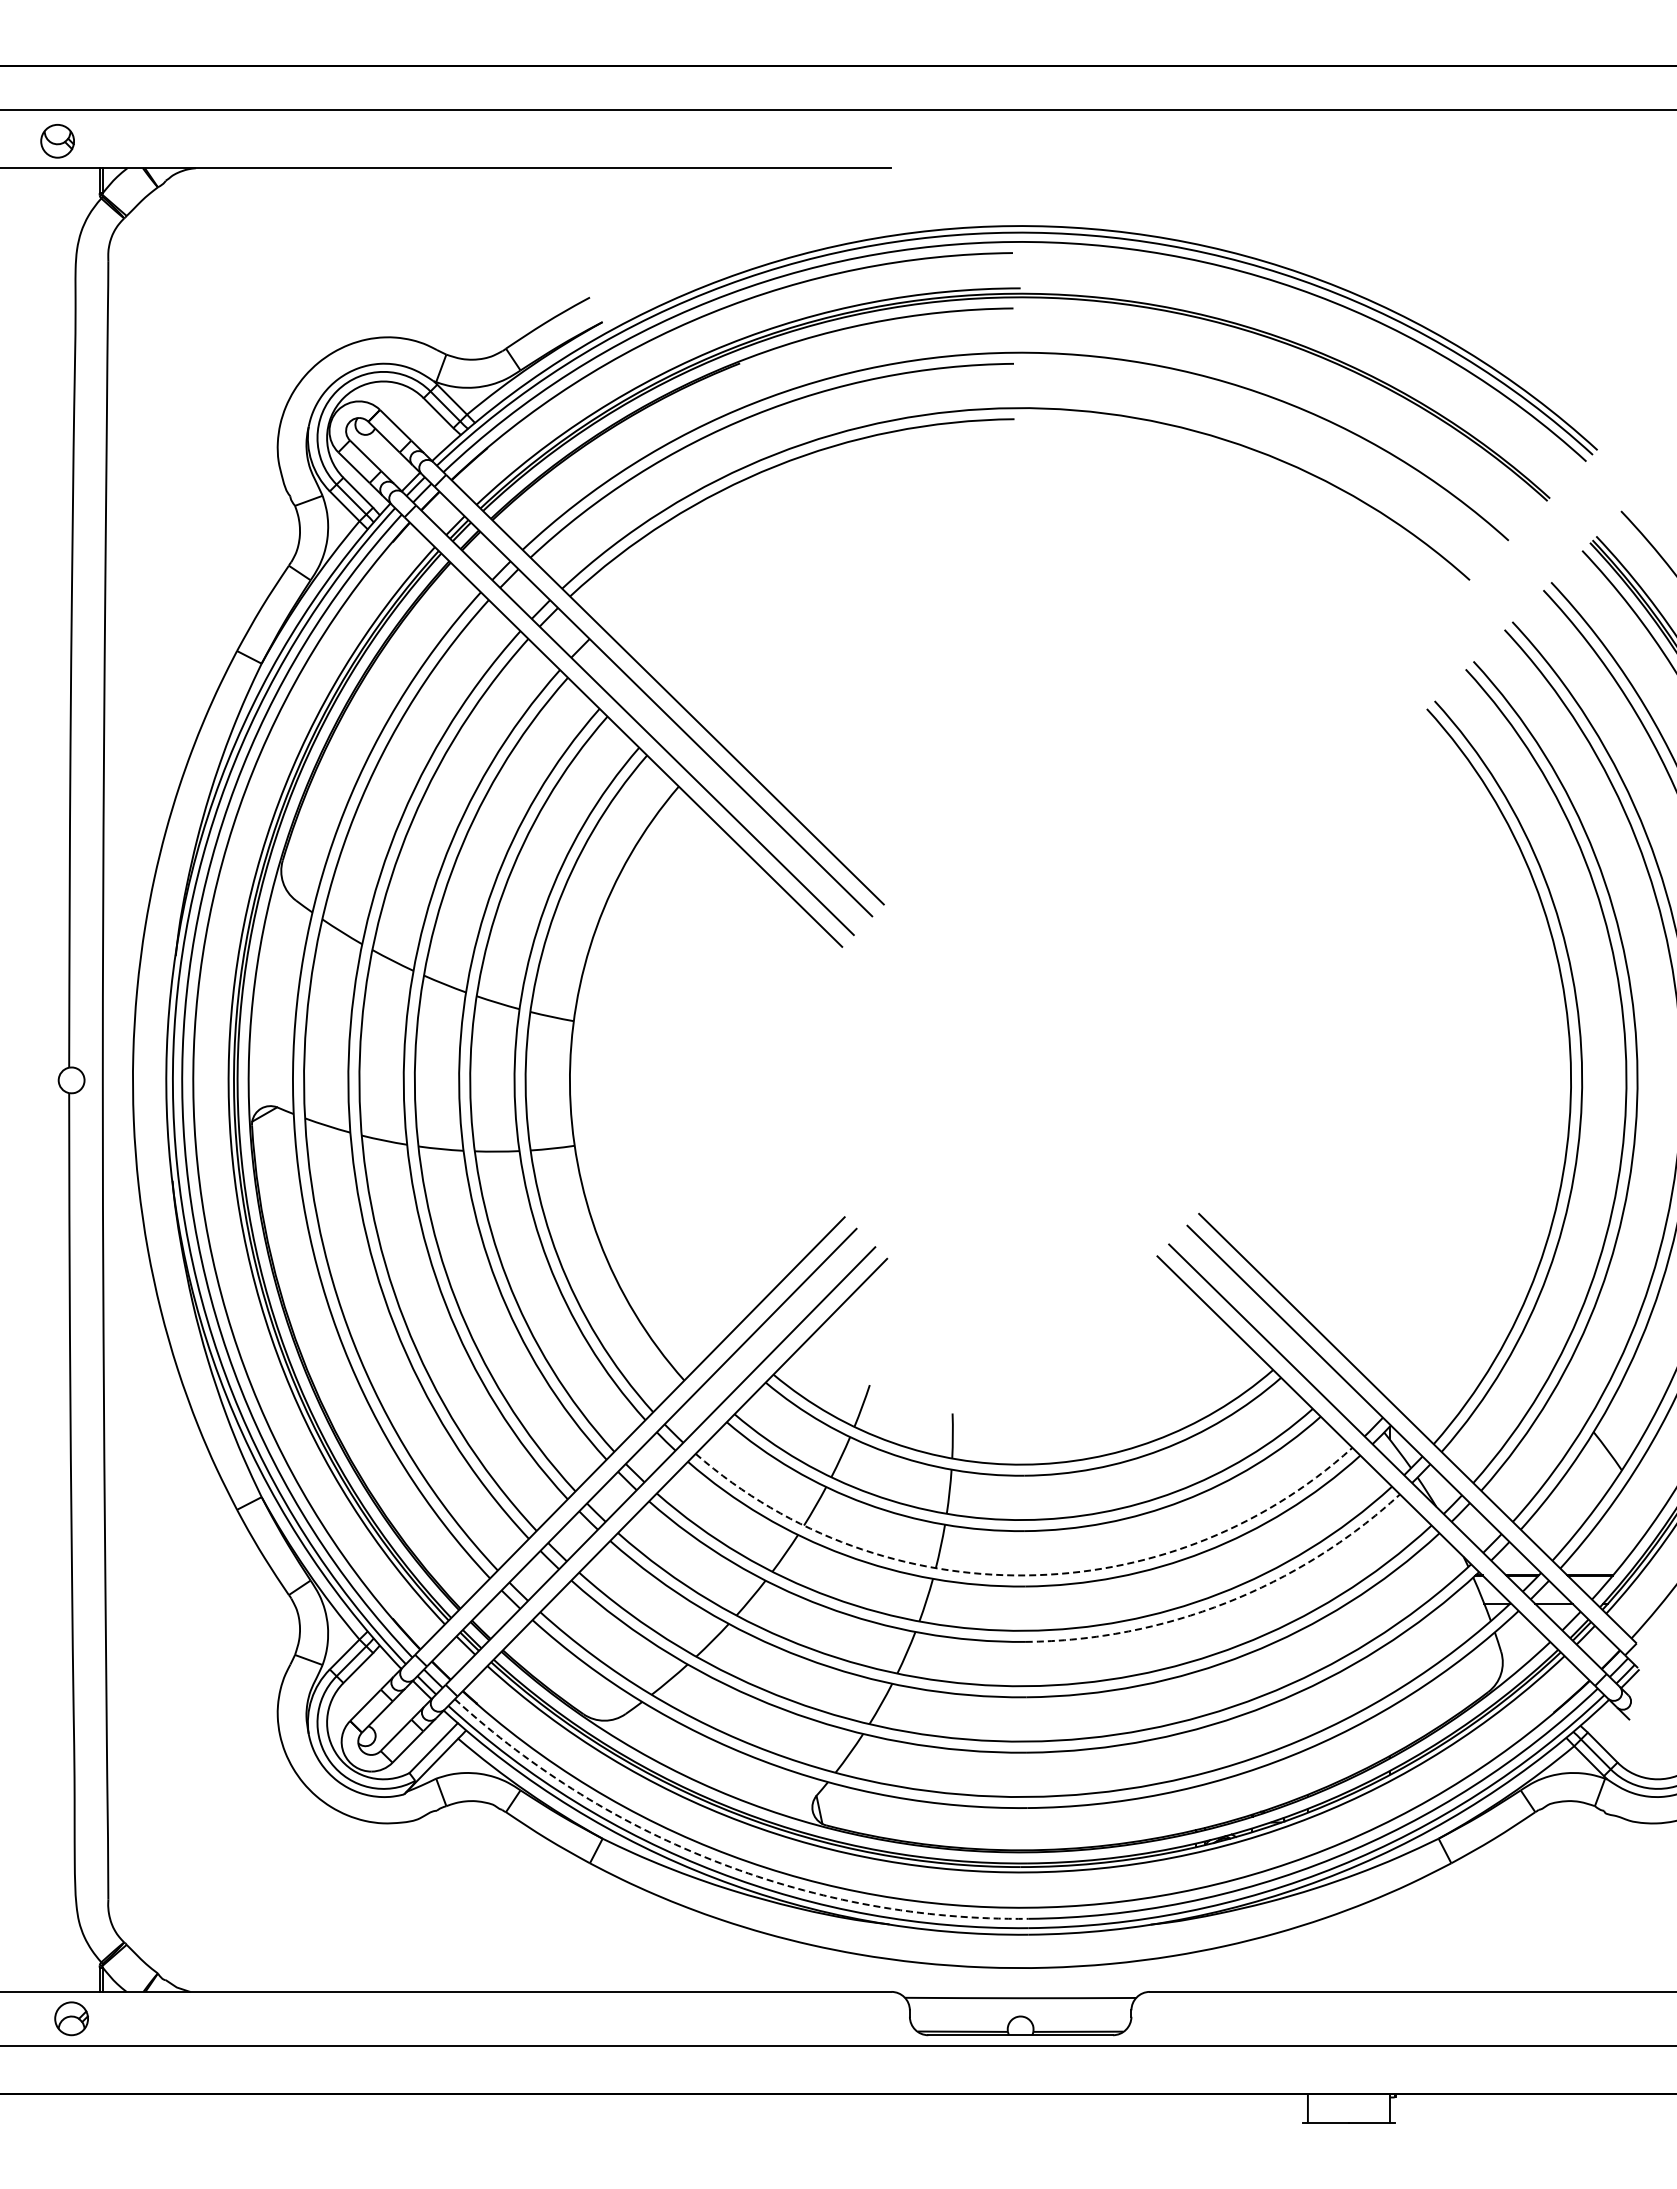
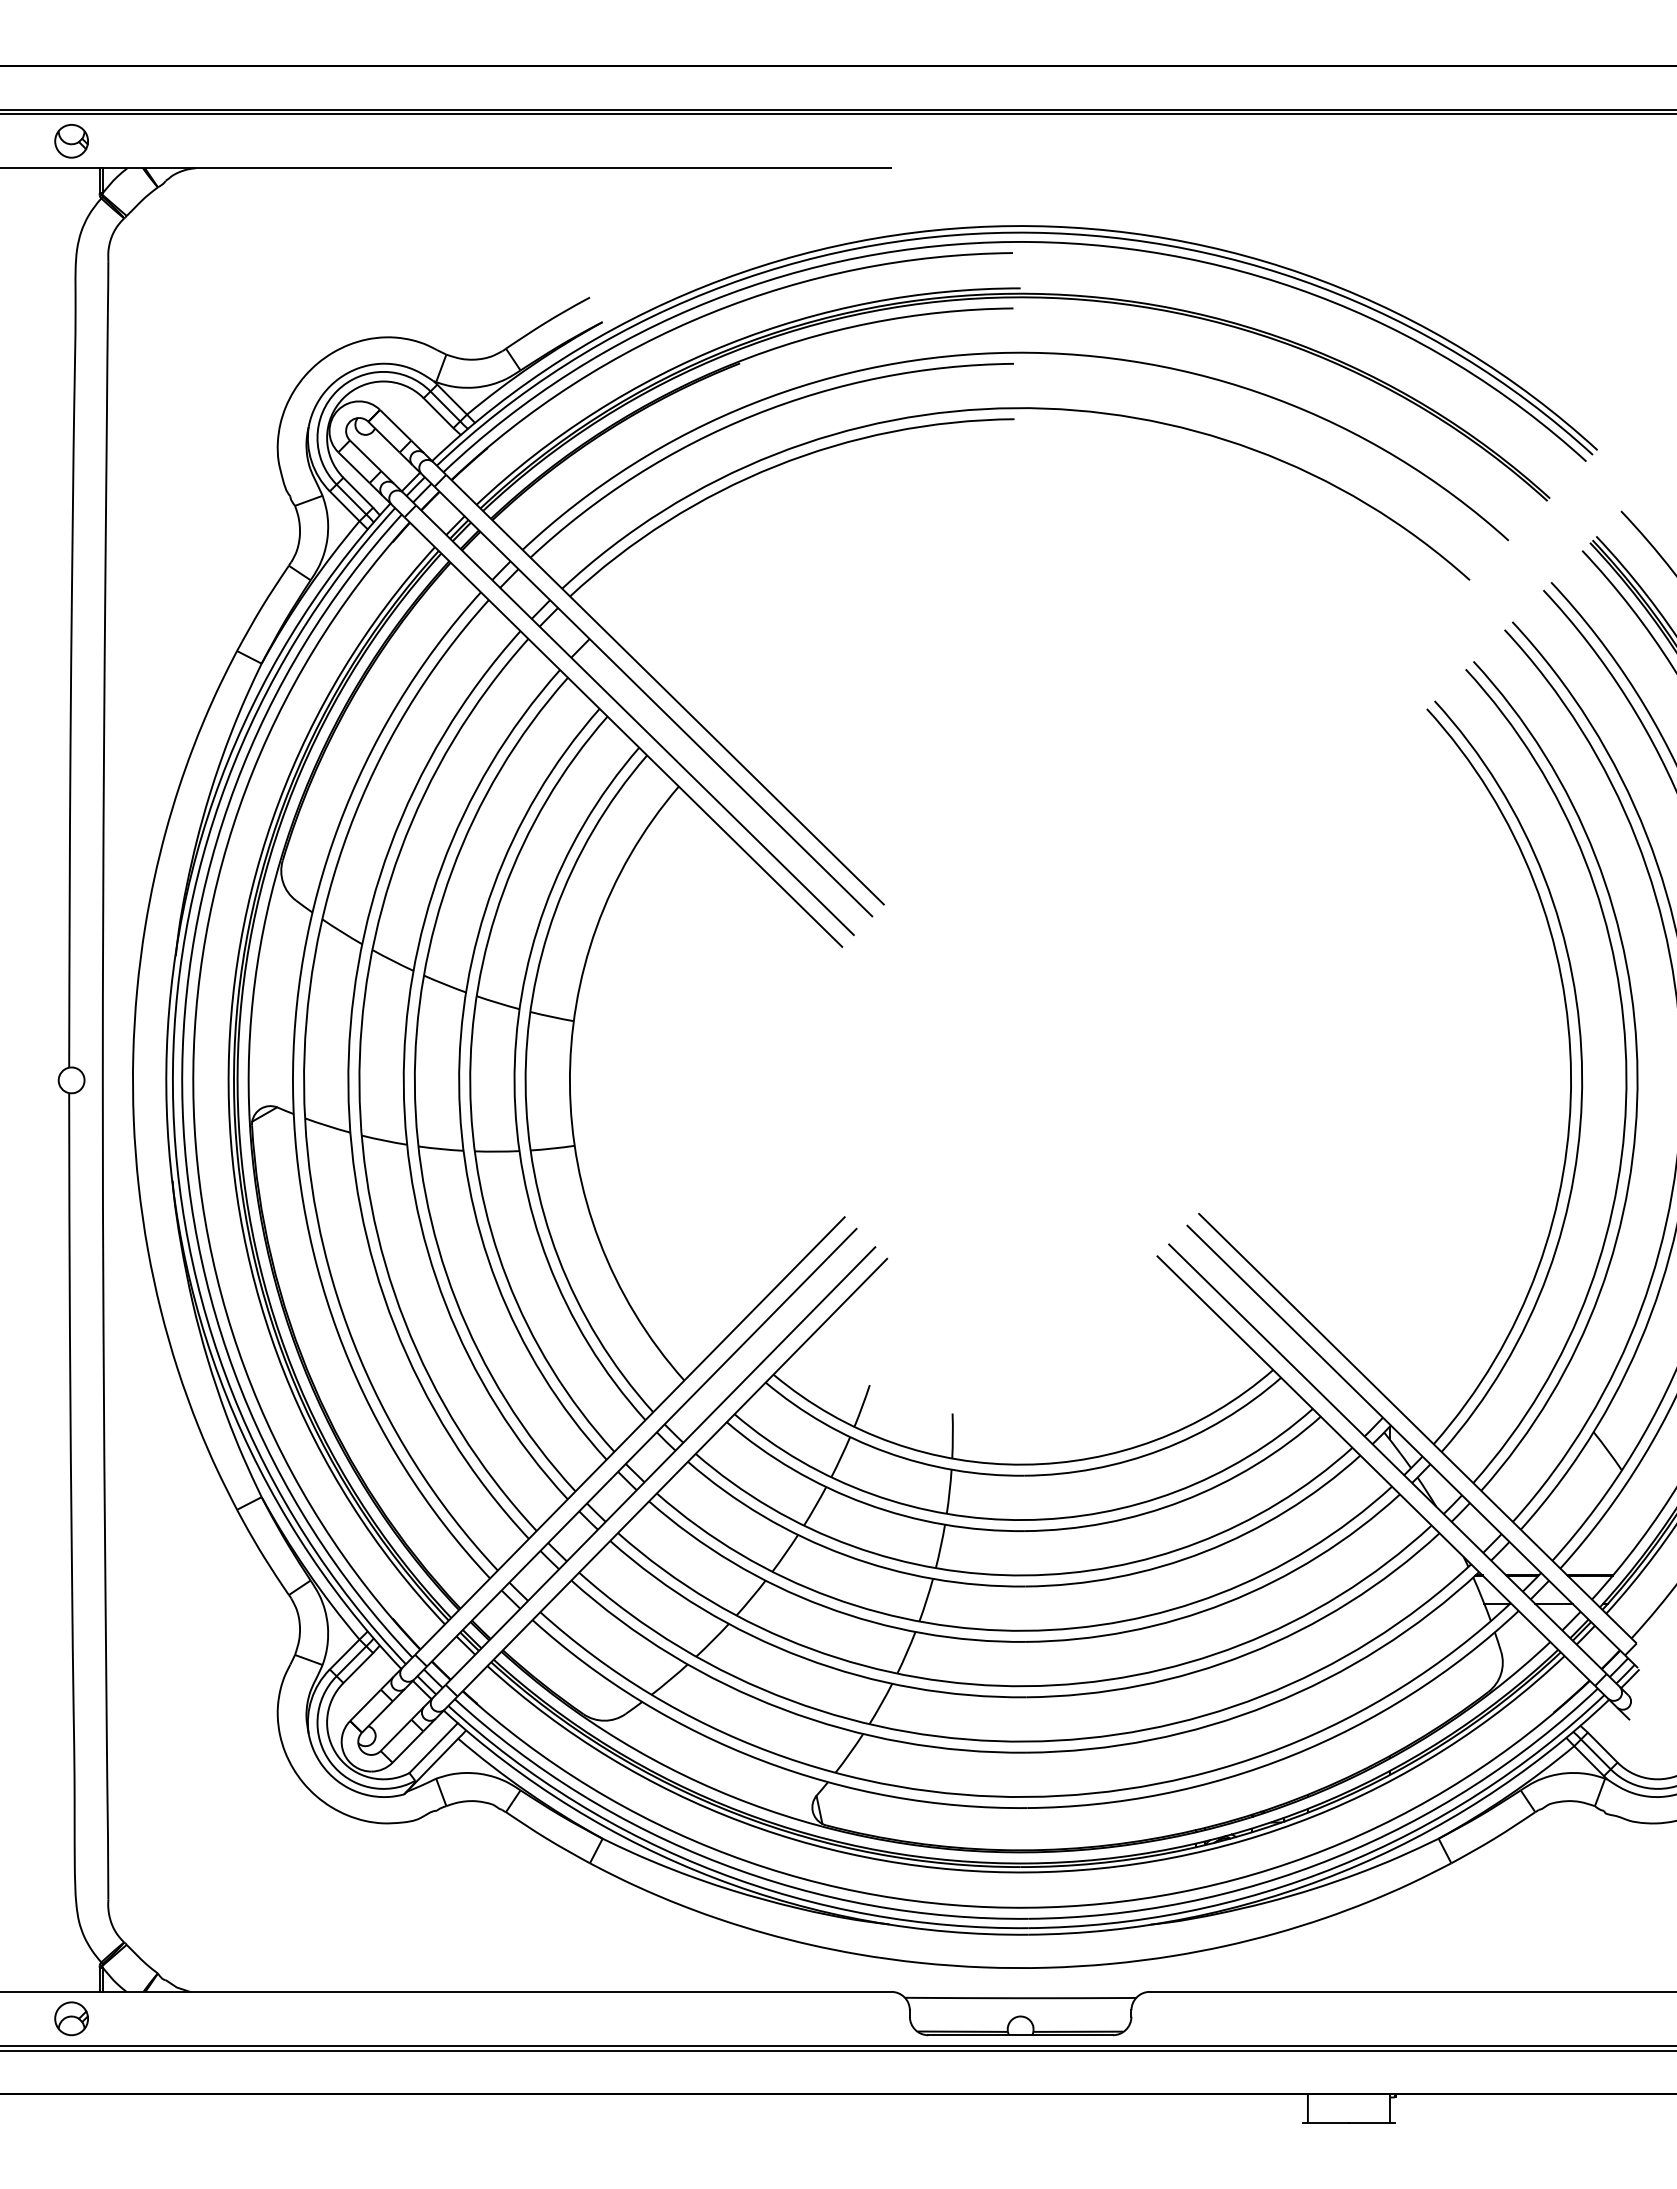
line at (837, 114): none -> present
part at (57, 141) position: (57, 141) -> (71, 141)
arc at (1025, 1575): dashed -> solid
arc at (1226, 1602): dashed -> solid
arc at (720, 1863): dashed -> solid
line at (837, 2050): none -> present
